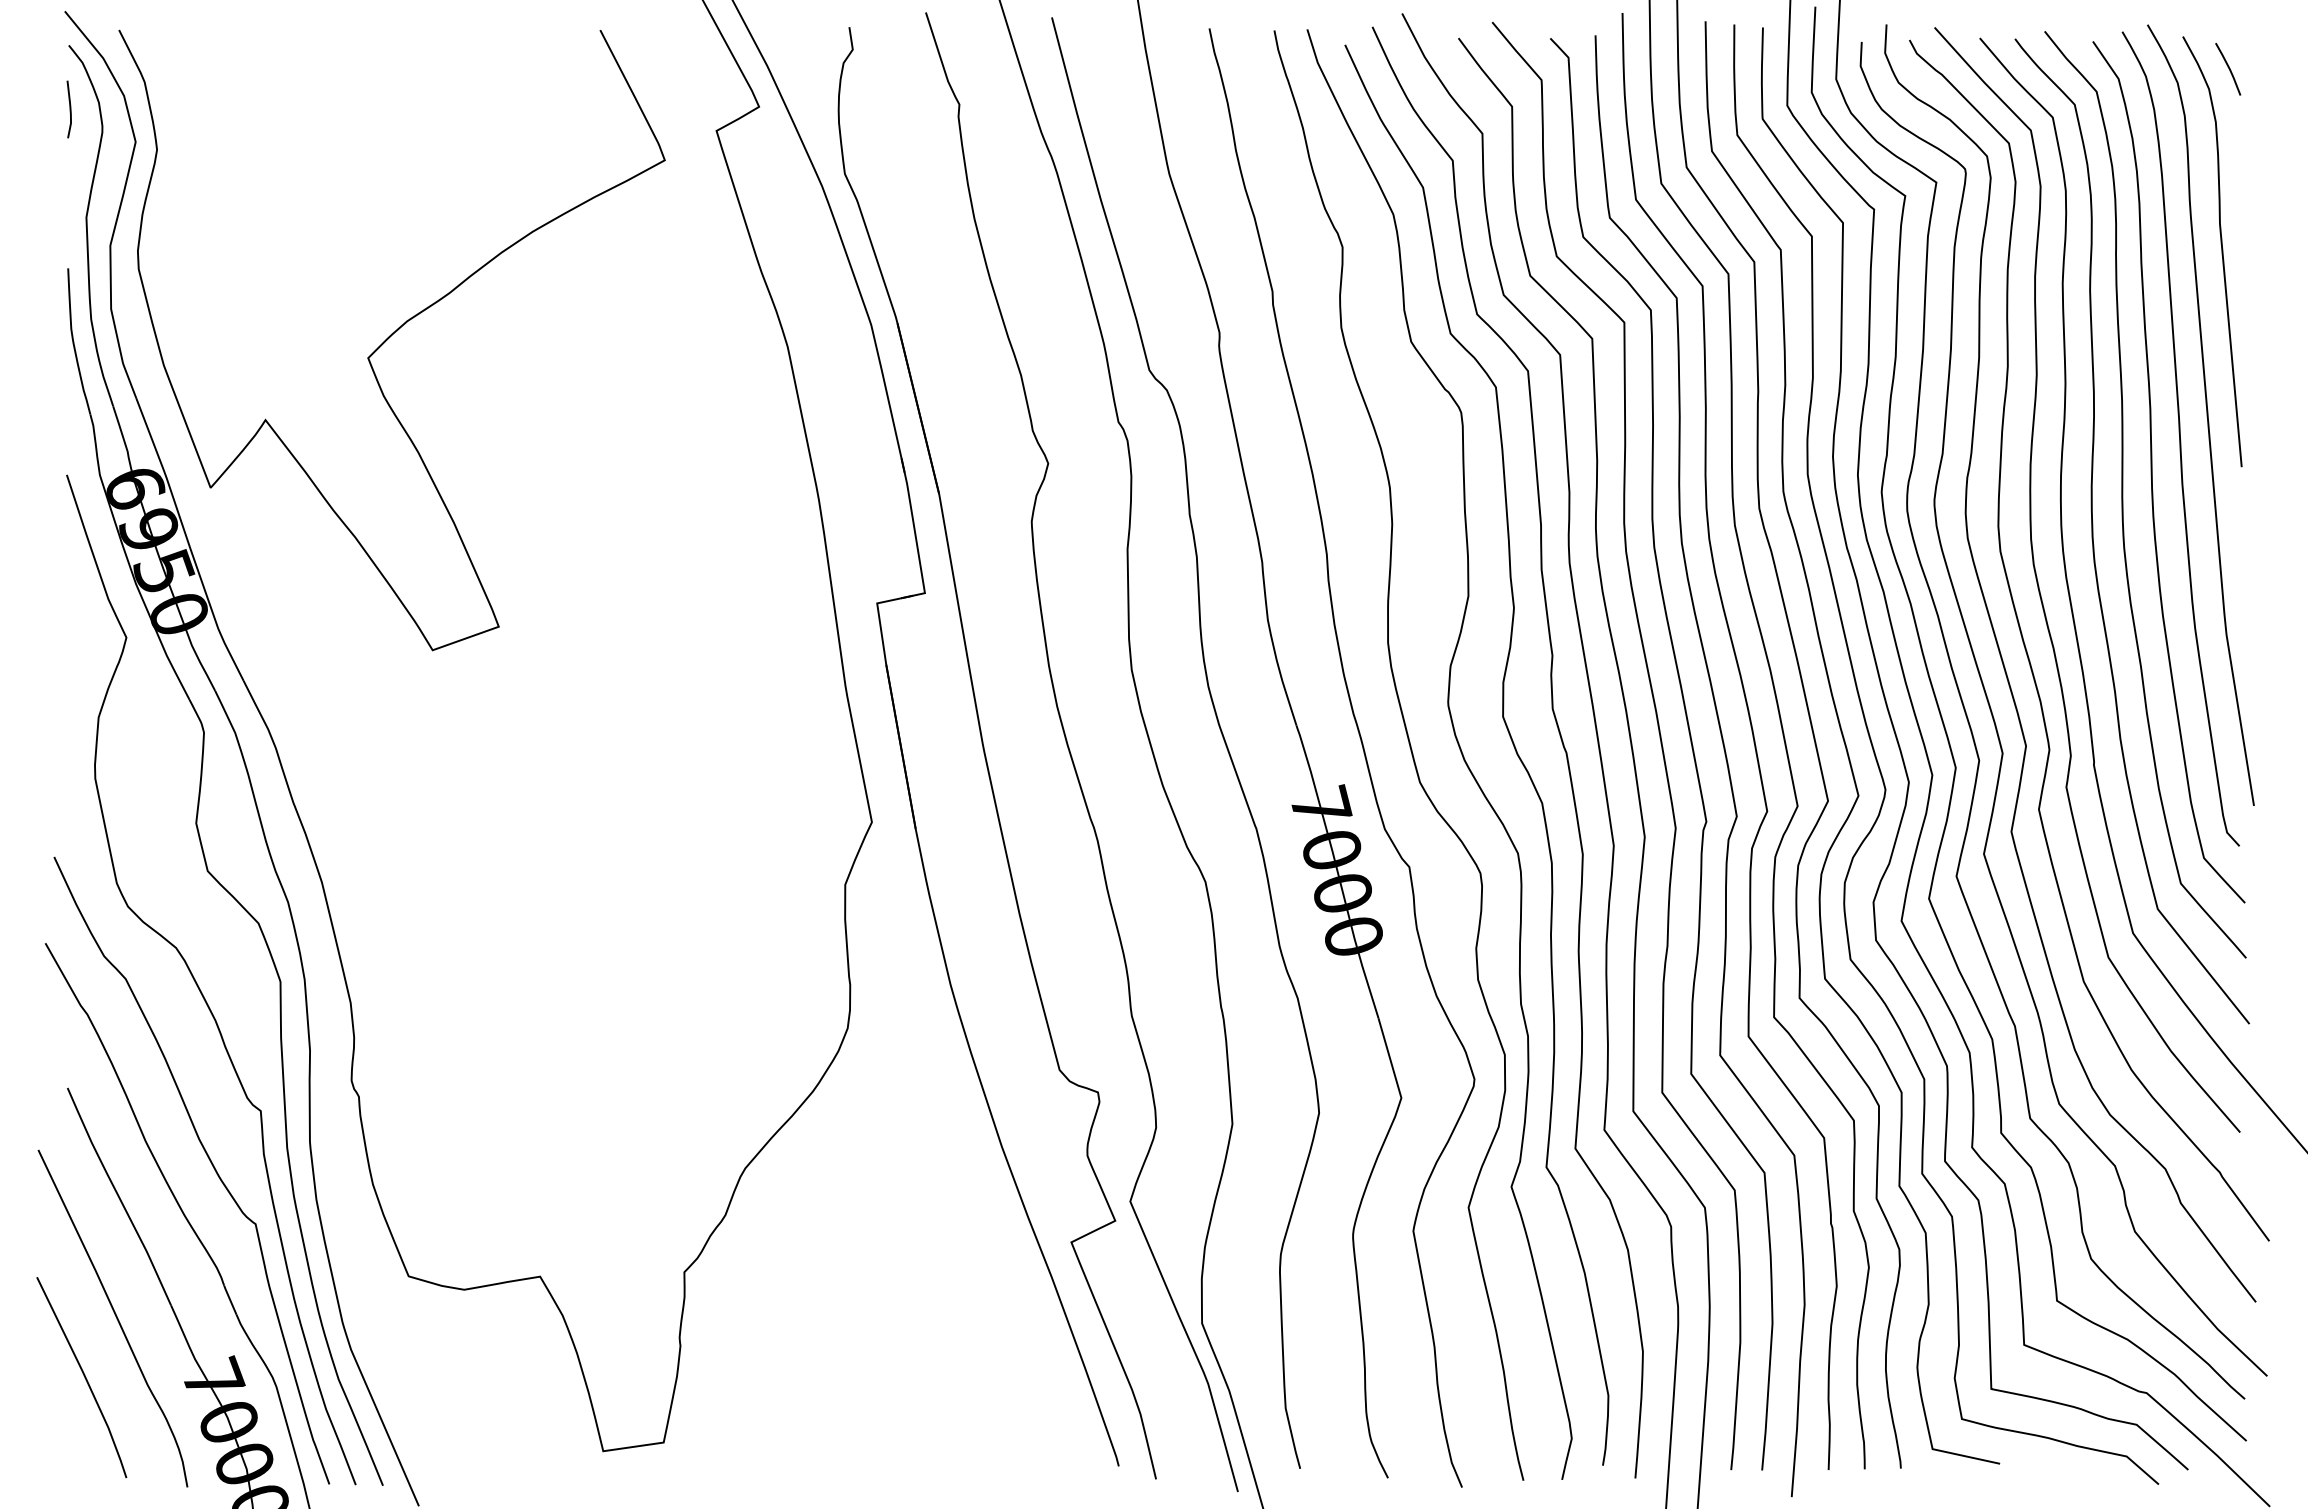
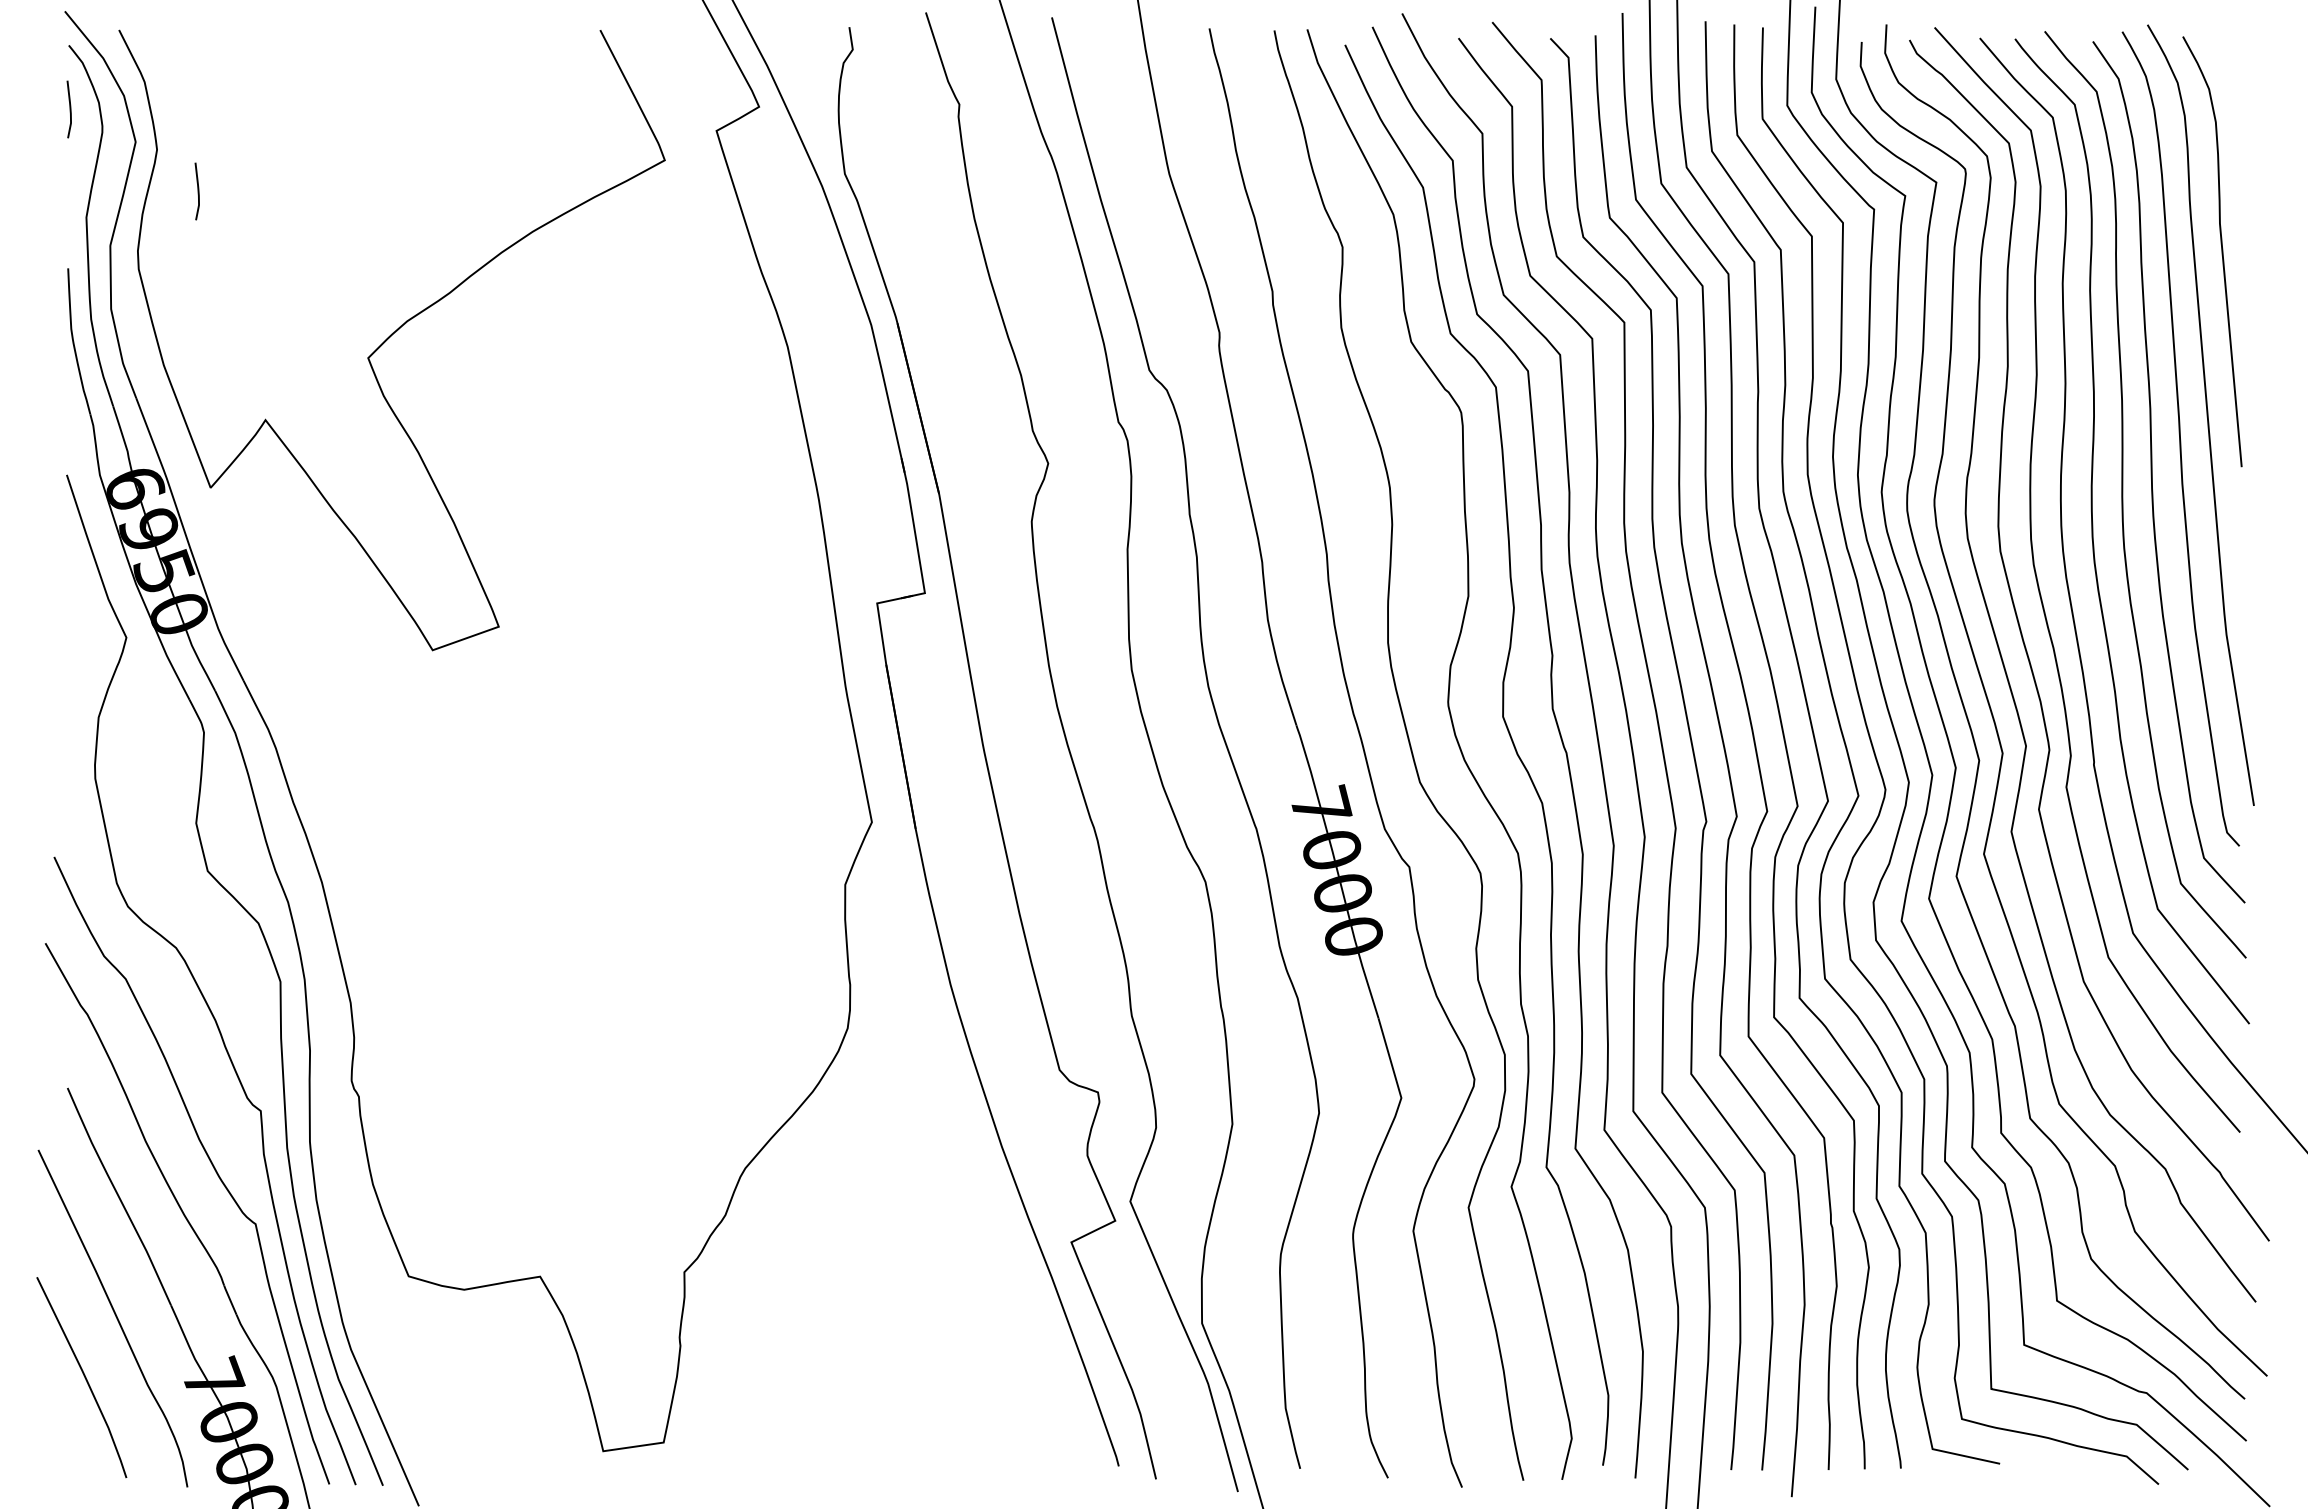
line at (2228, 69): present -> none
curve at (197, 191): none -> present
